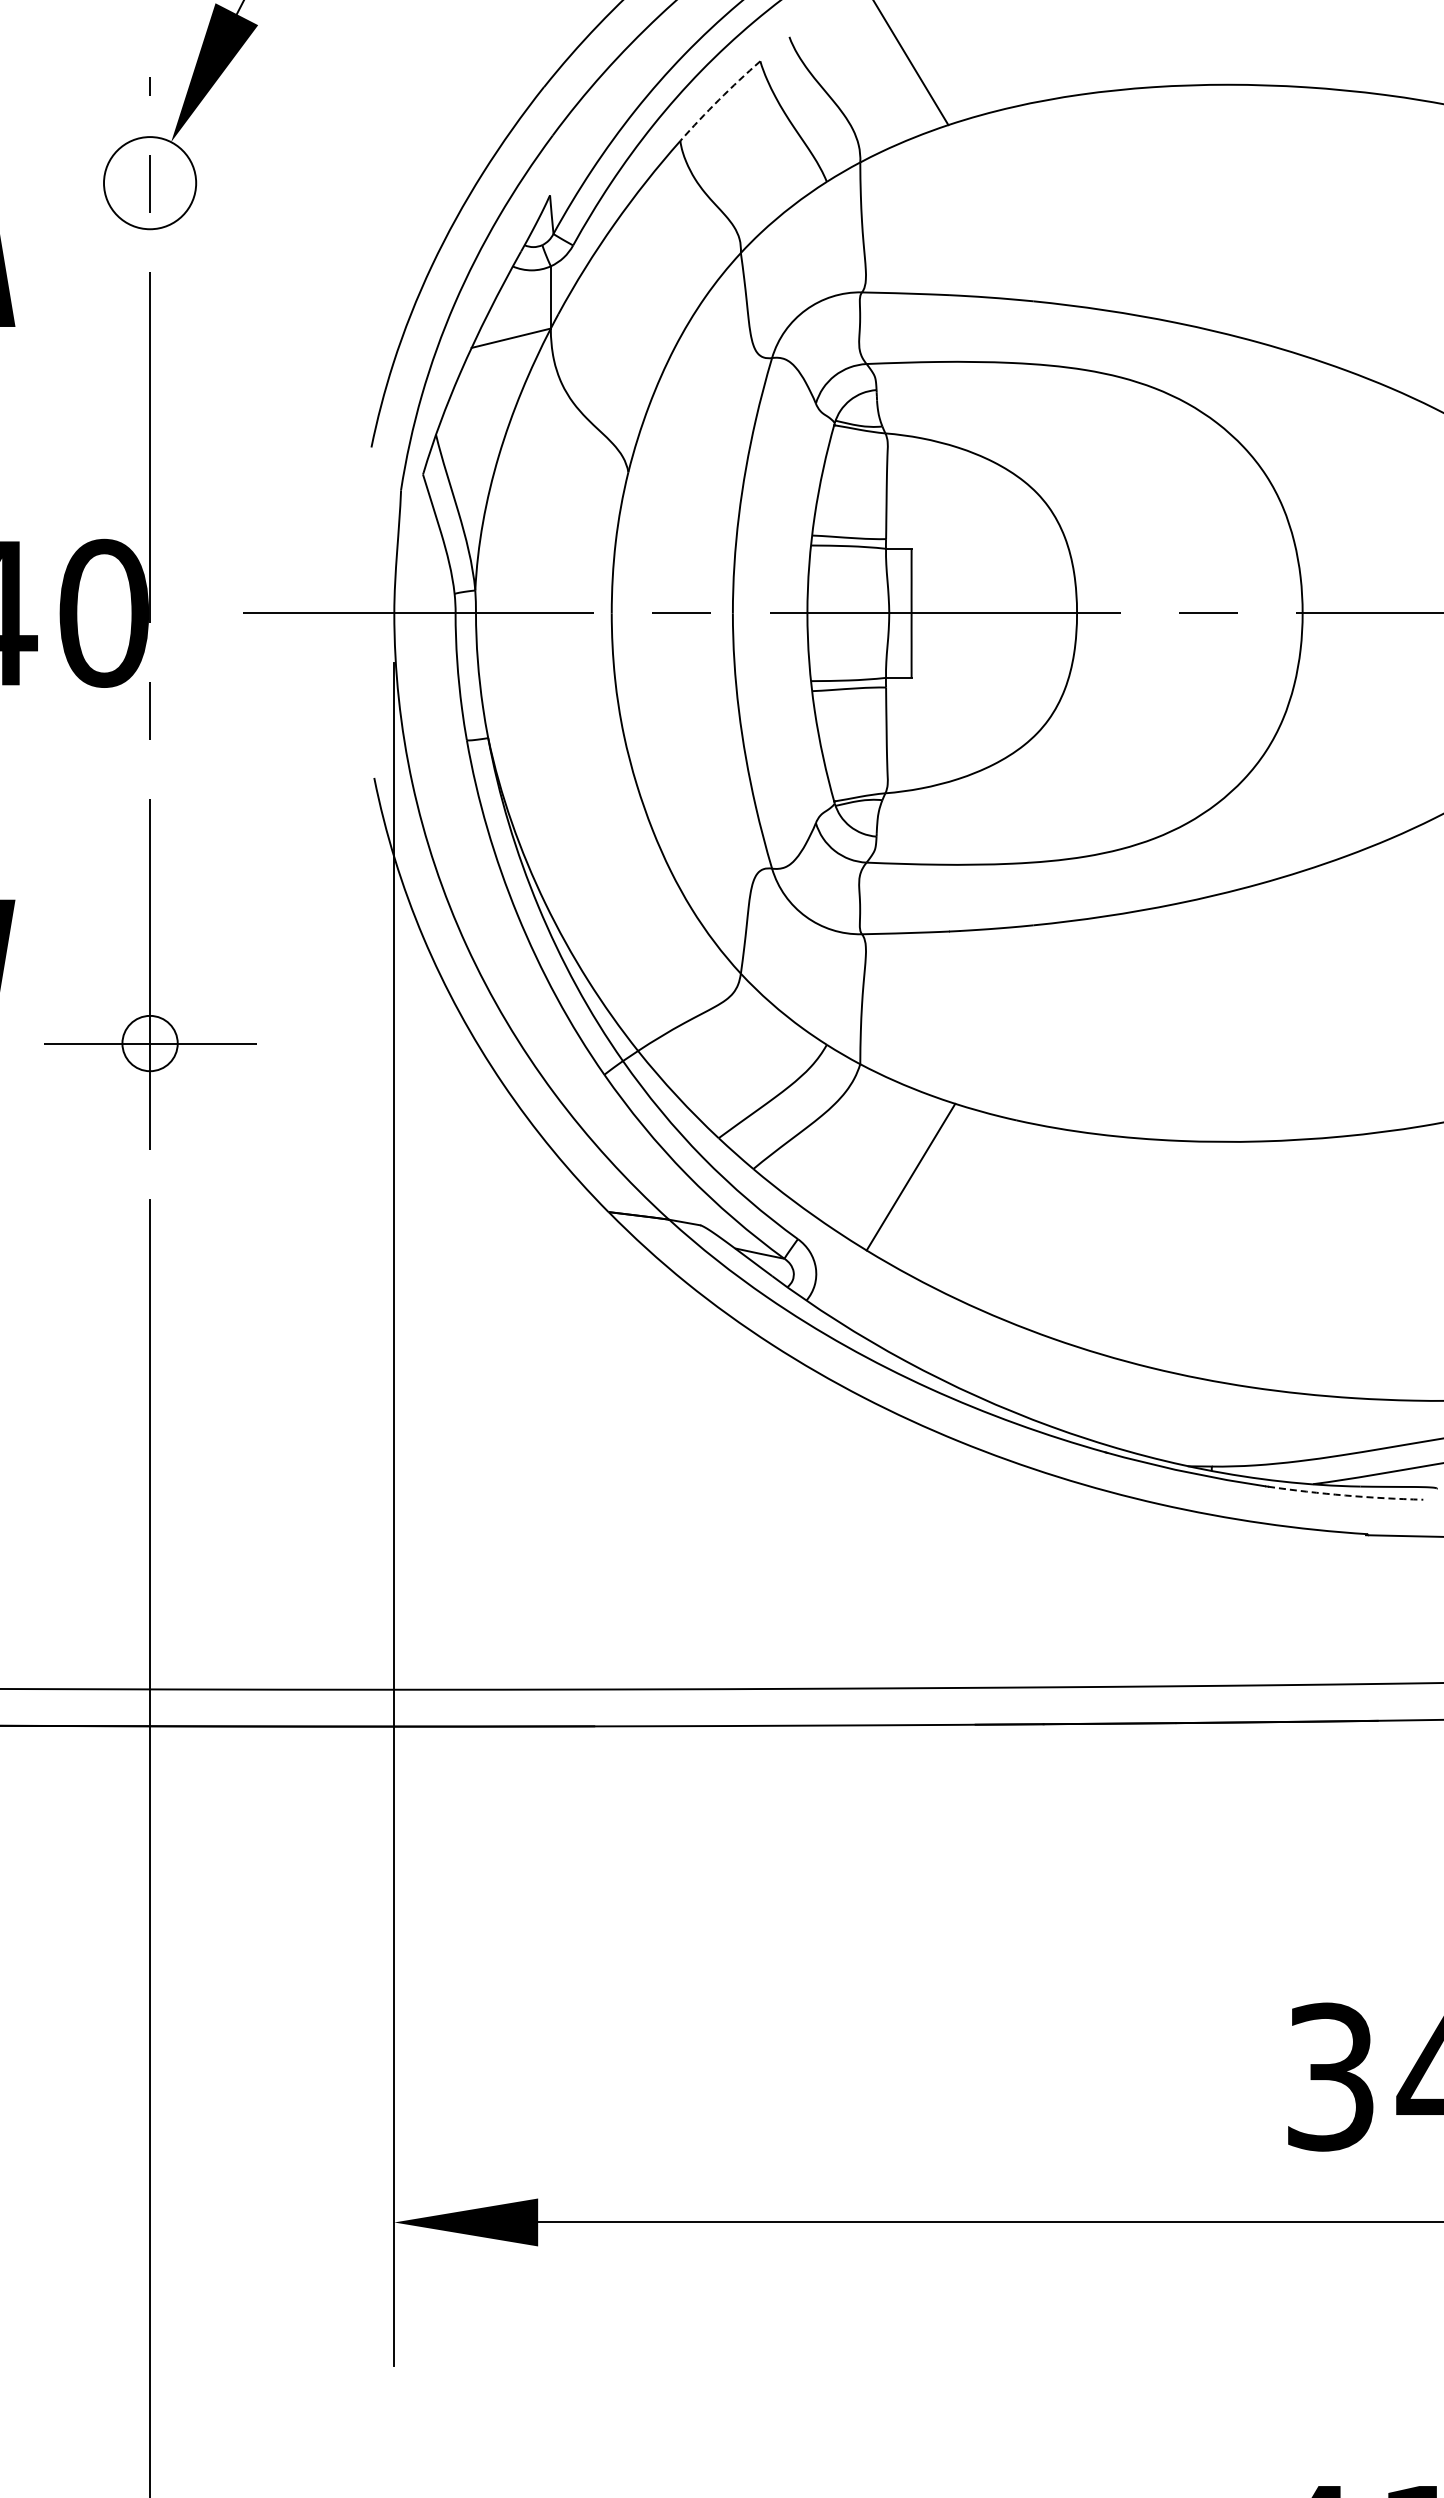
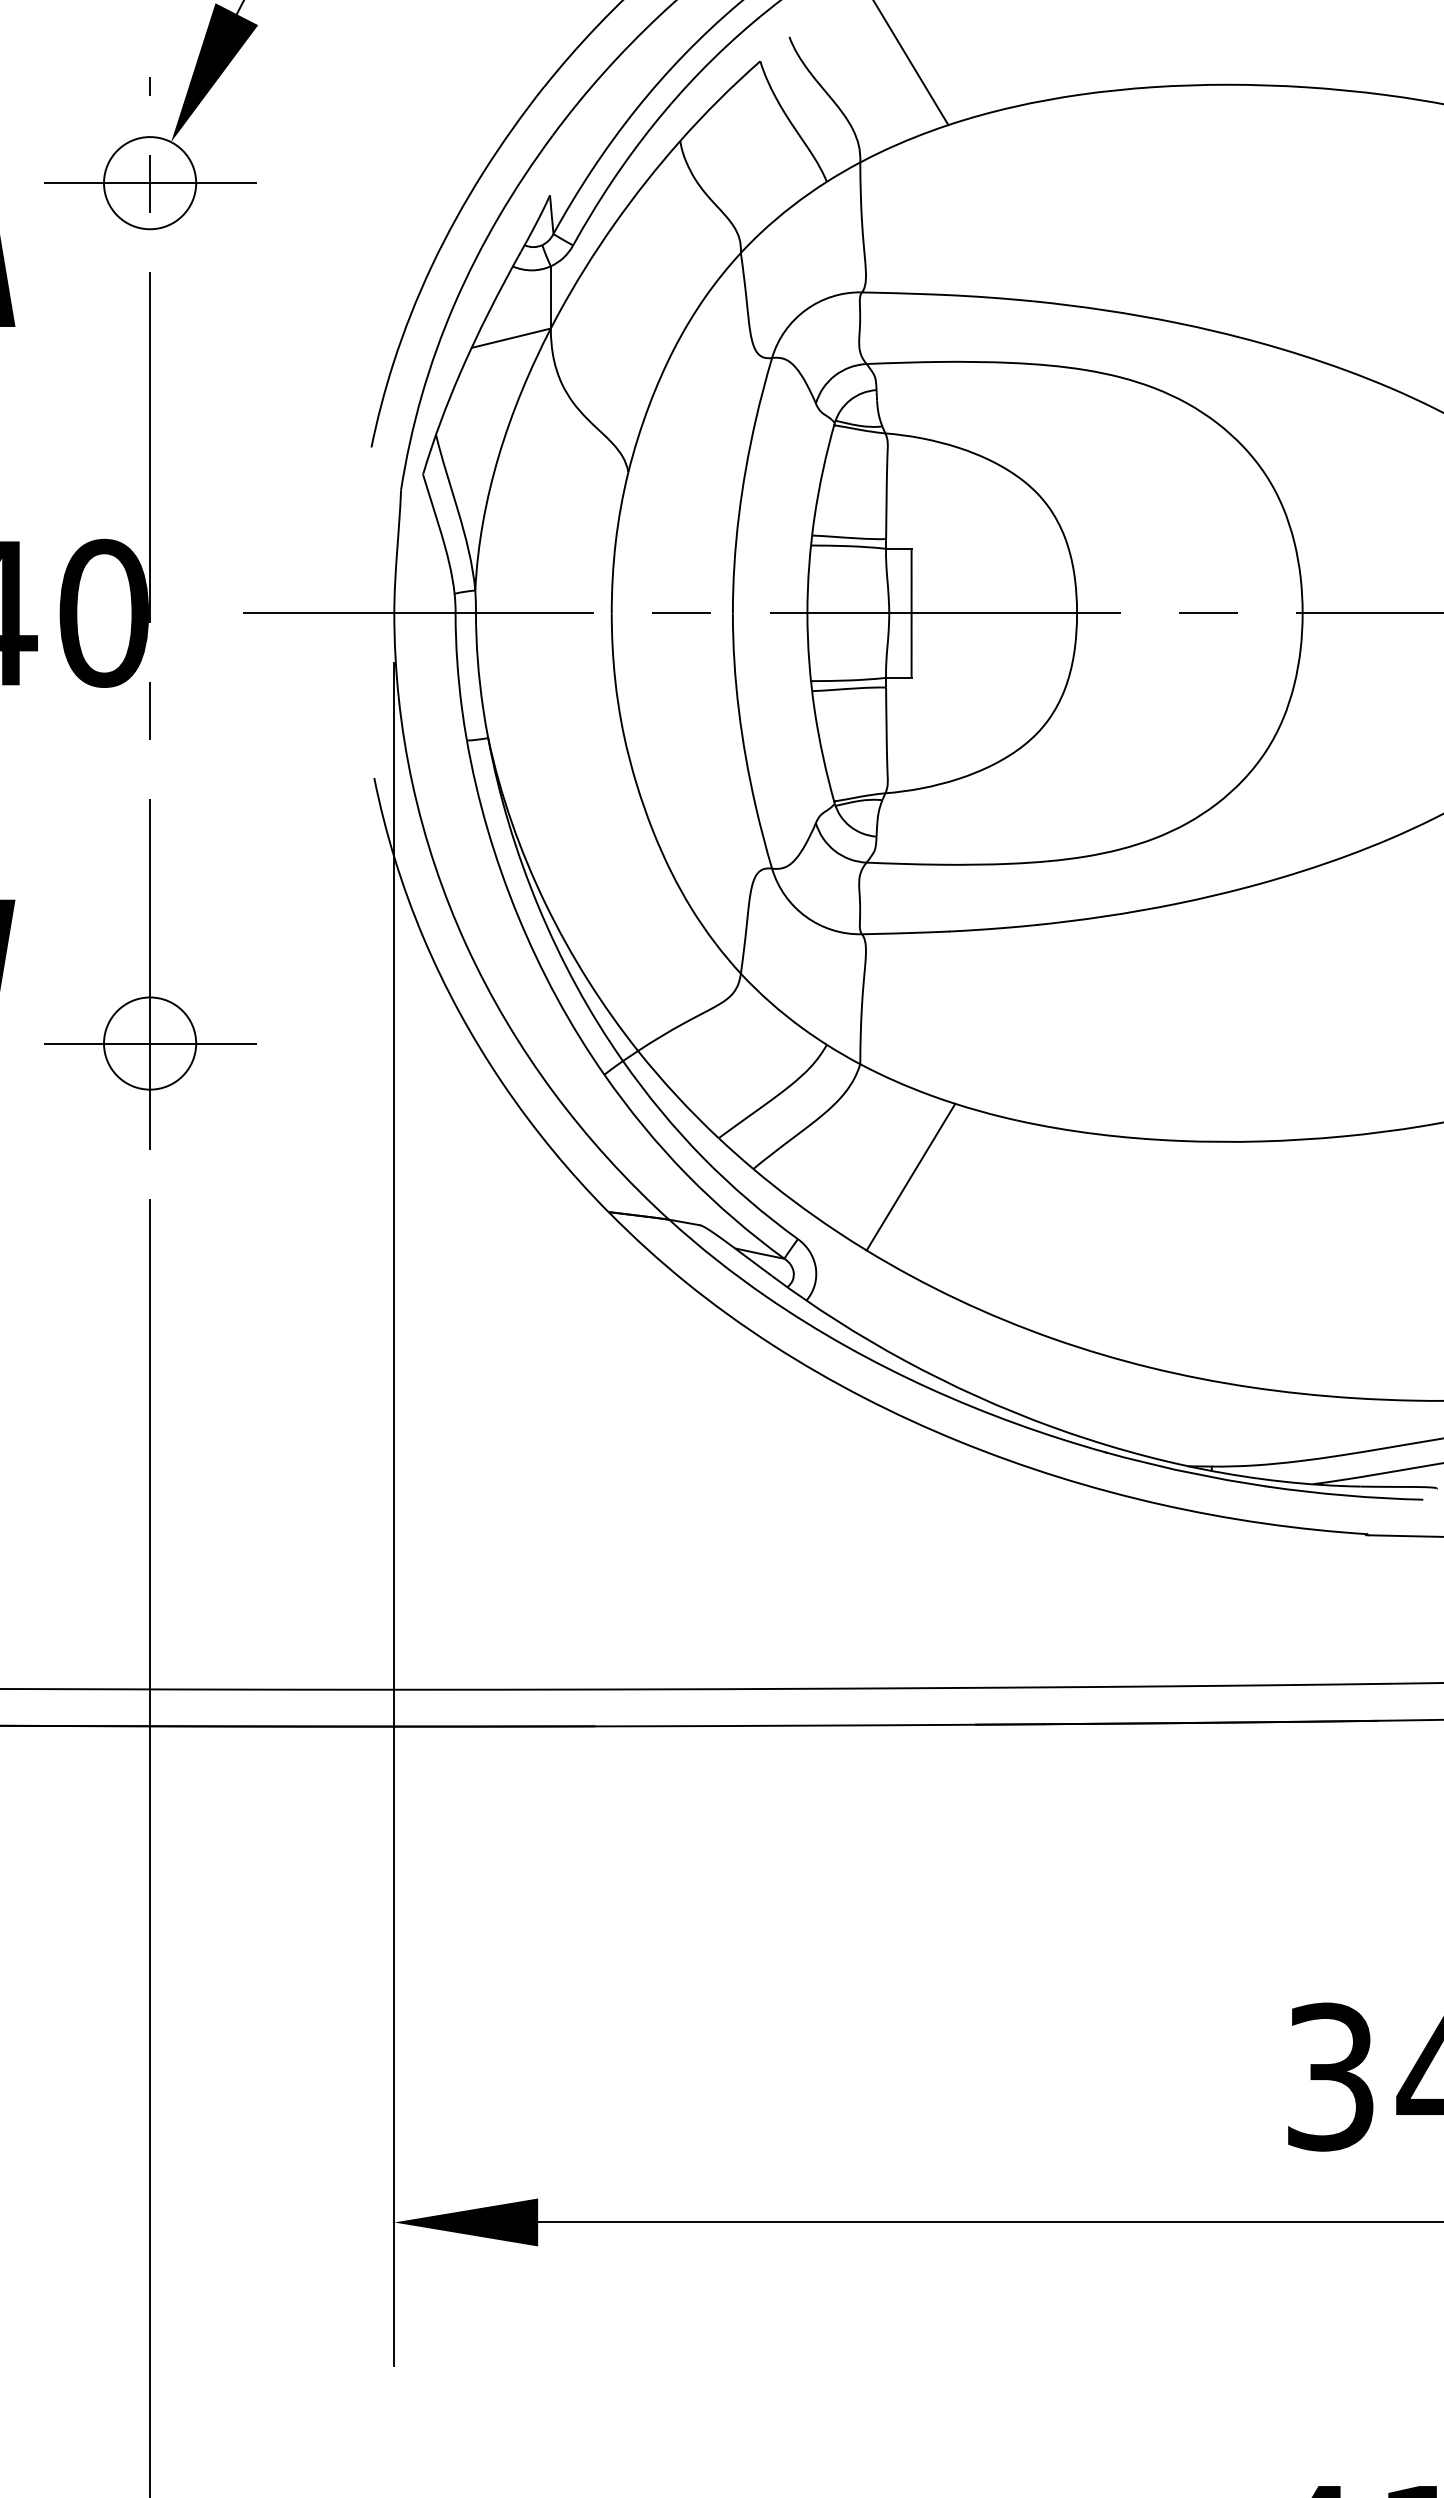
arc at (719, 99): dashed -> solid
line at (149, 183): none -> present
circle at (149, 1043) diameter: 55 px -> 92 px
arc at (1345, 1495): dashed -> solid
